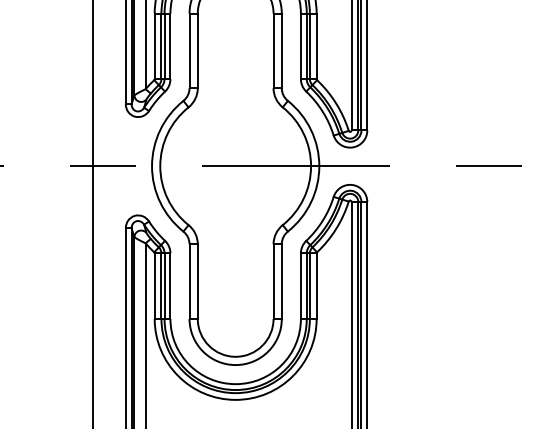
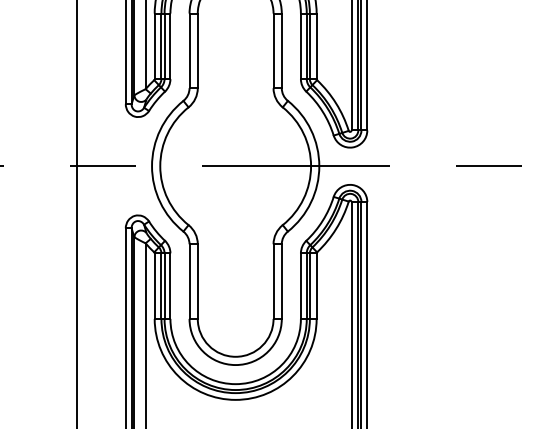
line at (93, 213) position: (93, 213) -> (77, 213)
